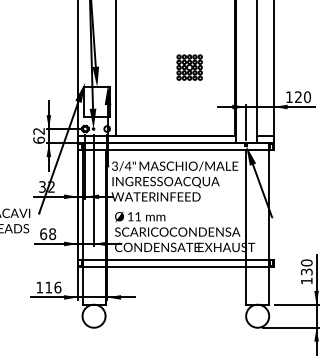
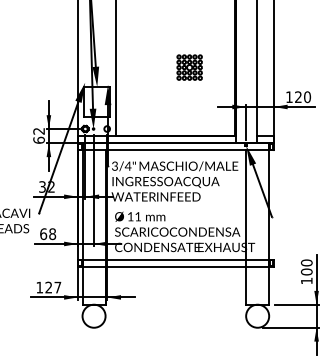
text at (306, 271): 130 -> 100
text at (53, 287): 116 -> 127
